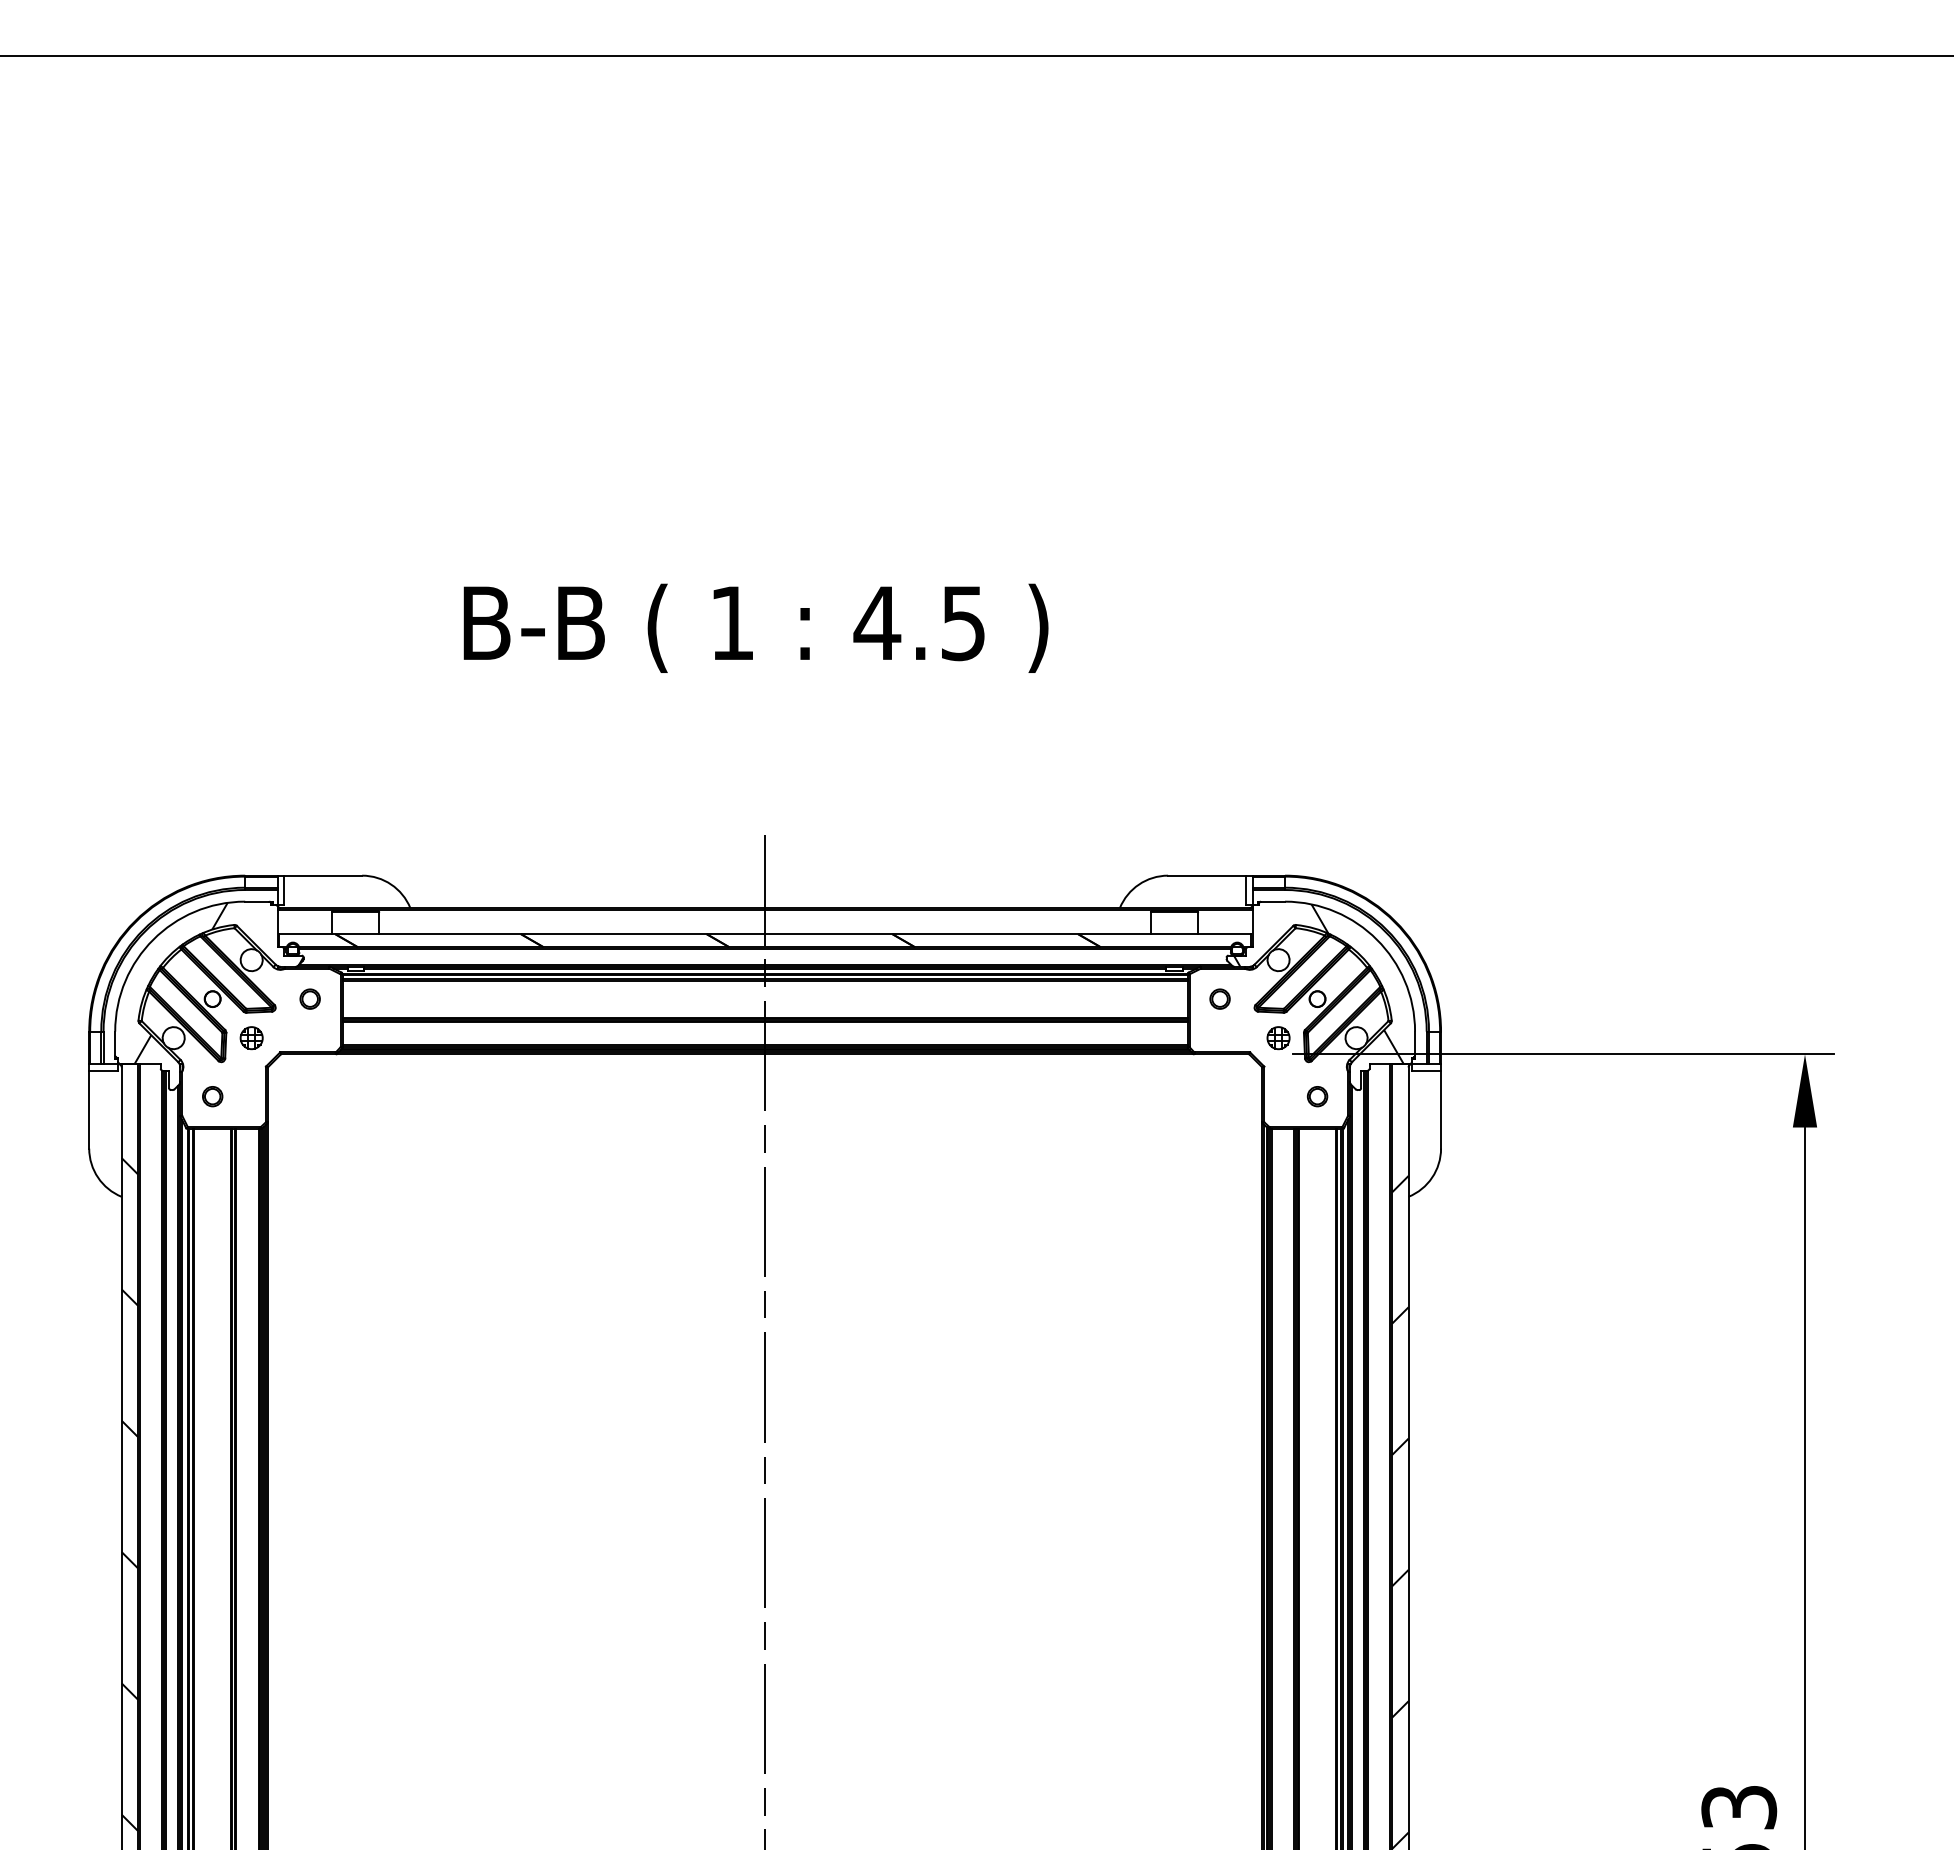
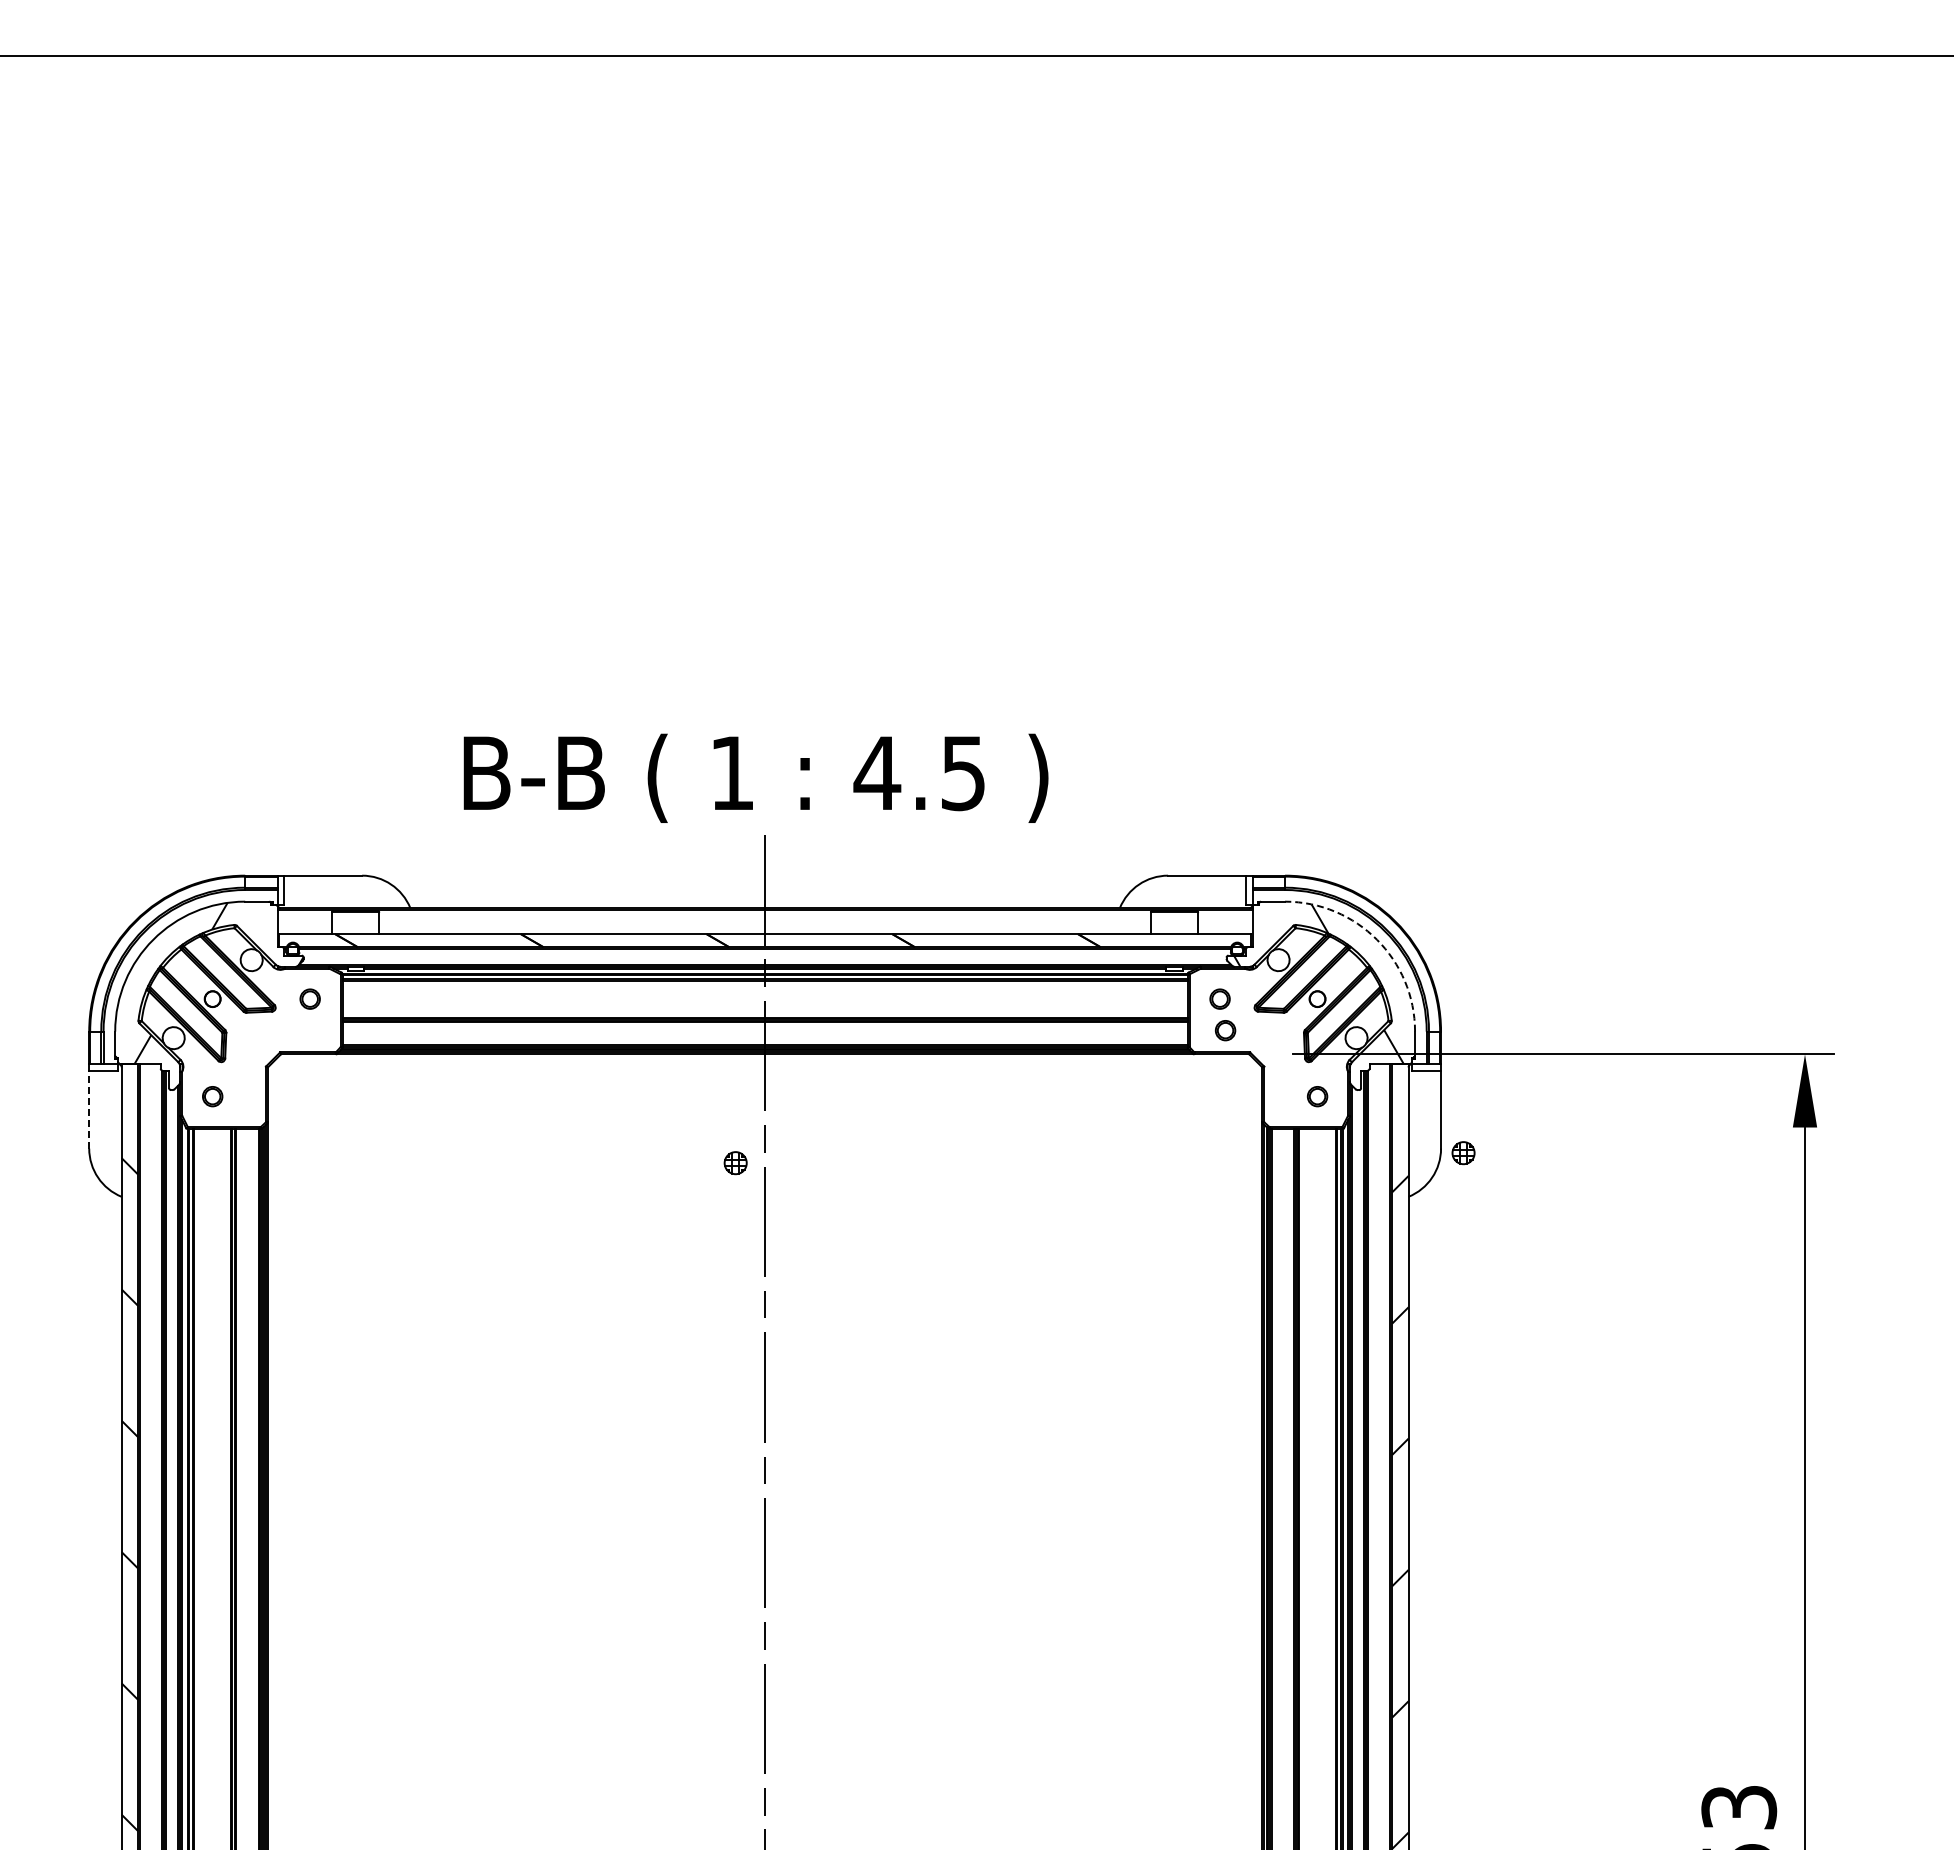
text at (755, 627) position: (755, 627) -> (755, 777)
arc at (1376, 939): solid -> dashed
part at (1225, 1030): none -> present
part at (251, 1038) position: (251, 1038) -> (735, 1163)
part at (1278, 1038) position: (1278, 1038) -> (1463, 1153)
line at (89, 1109): solid -> dashed
